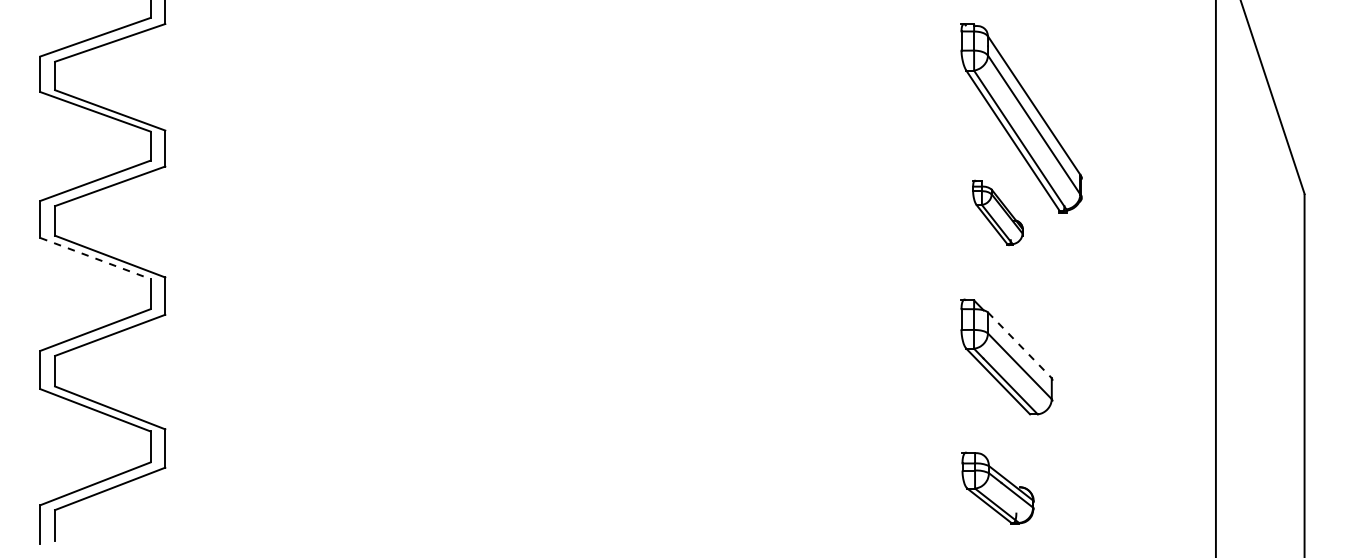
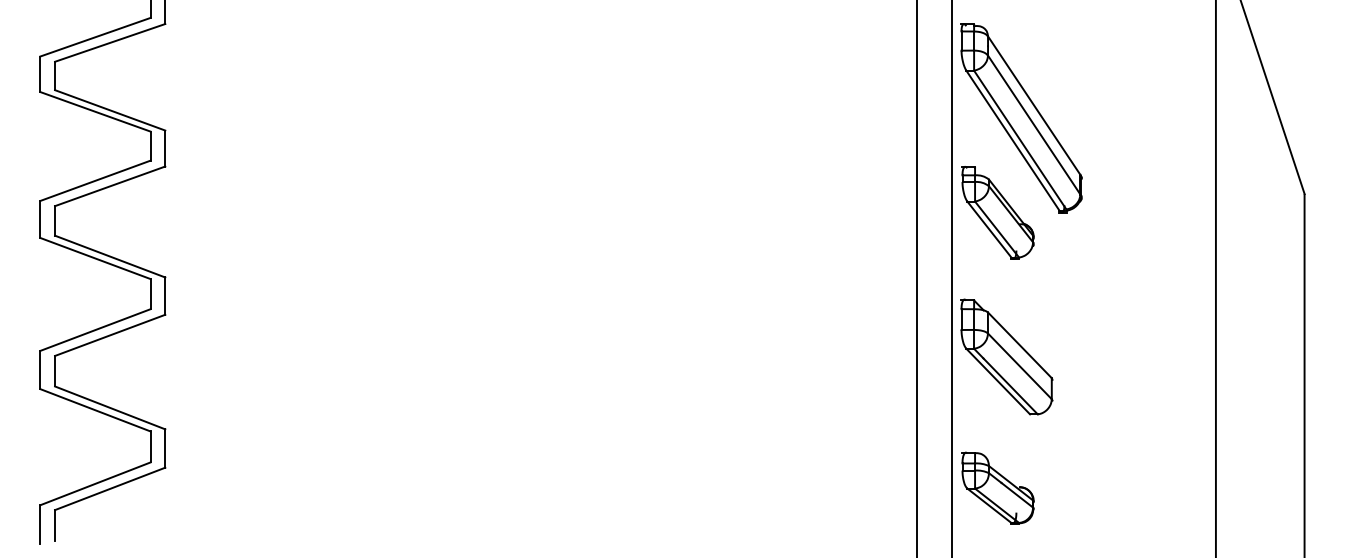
part at (997, 212) size: 52x67 px -> 74x94 px
line at (95, 258): dashed -> solid
line at (917, 278): none -> present
line at (951, 278): none -> present
line at (1019, 345): dashed -> solid
